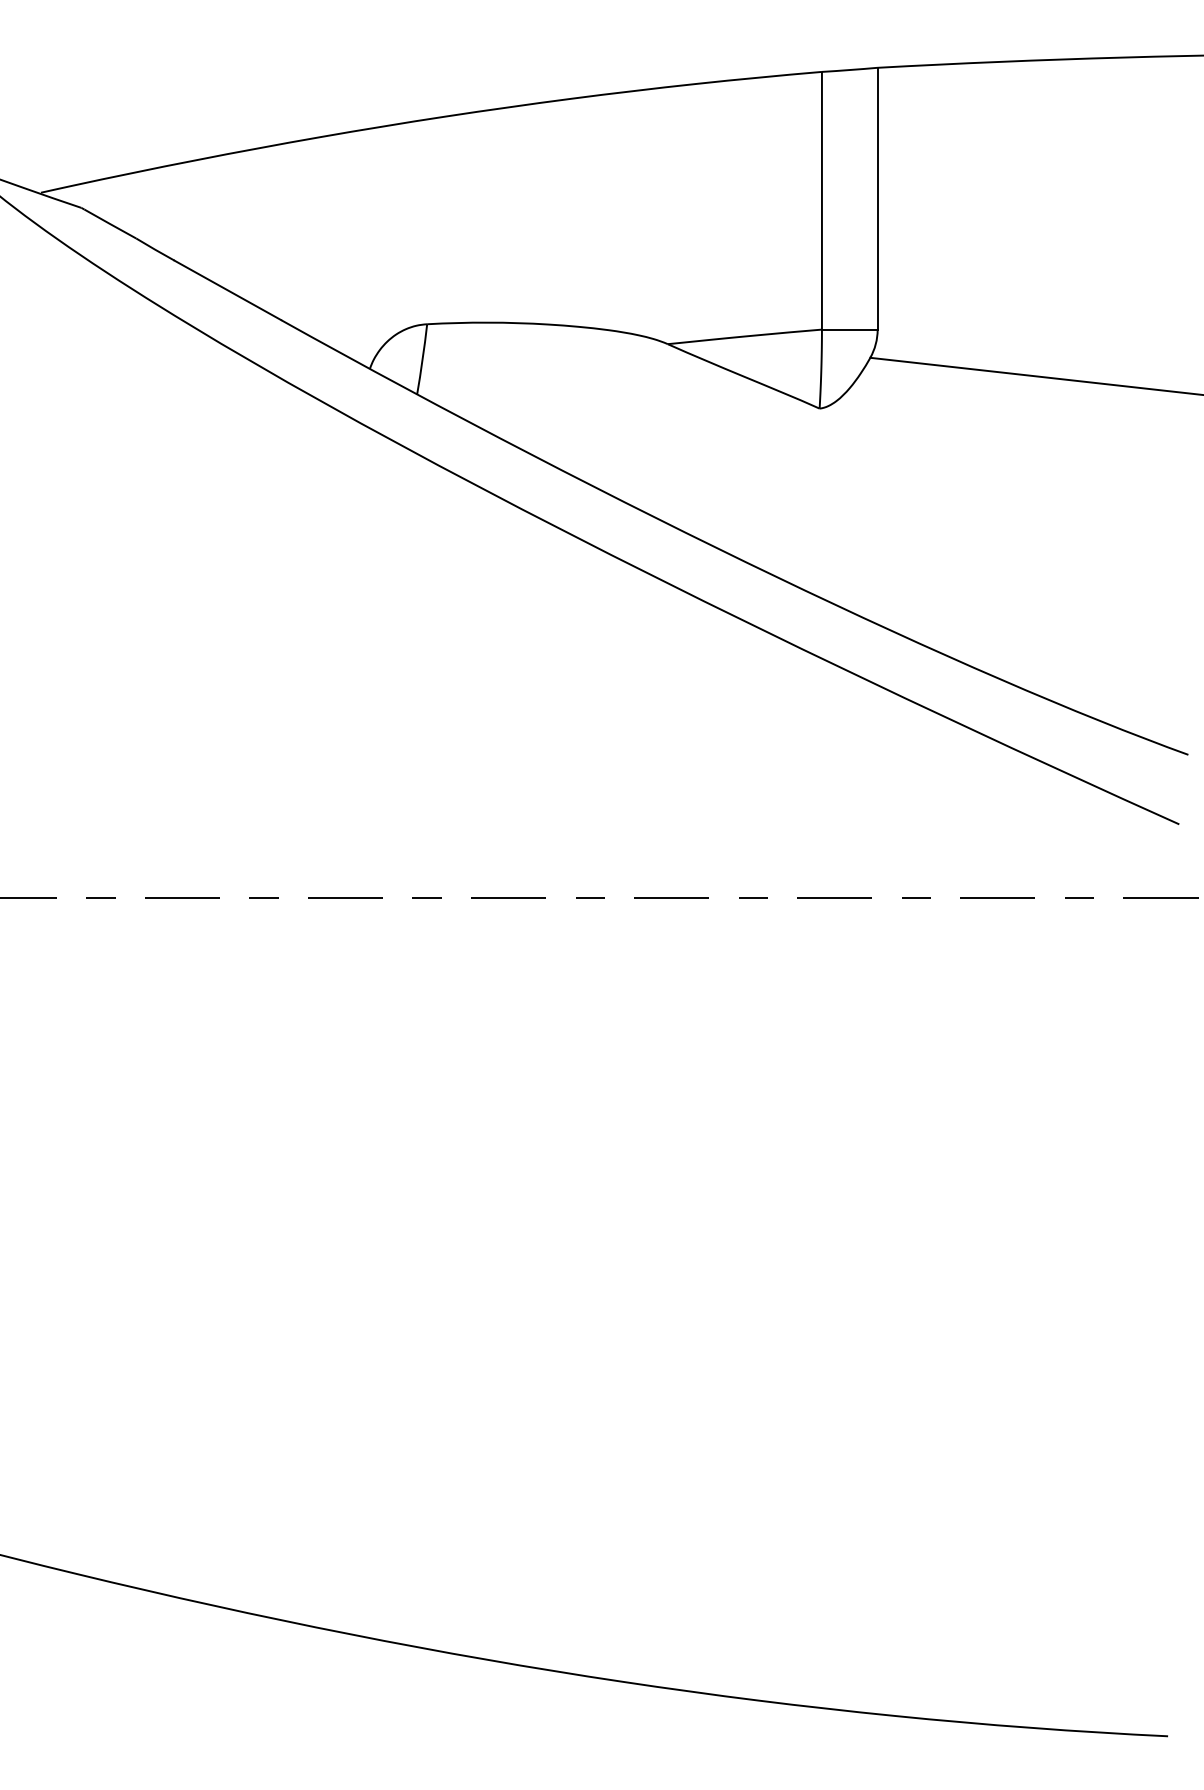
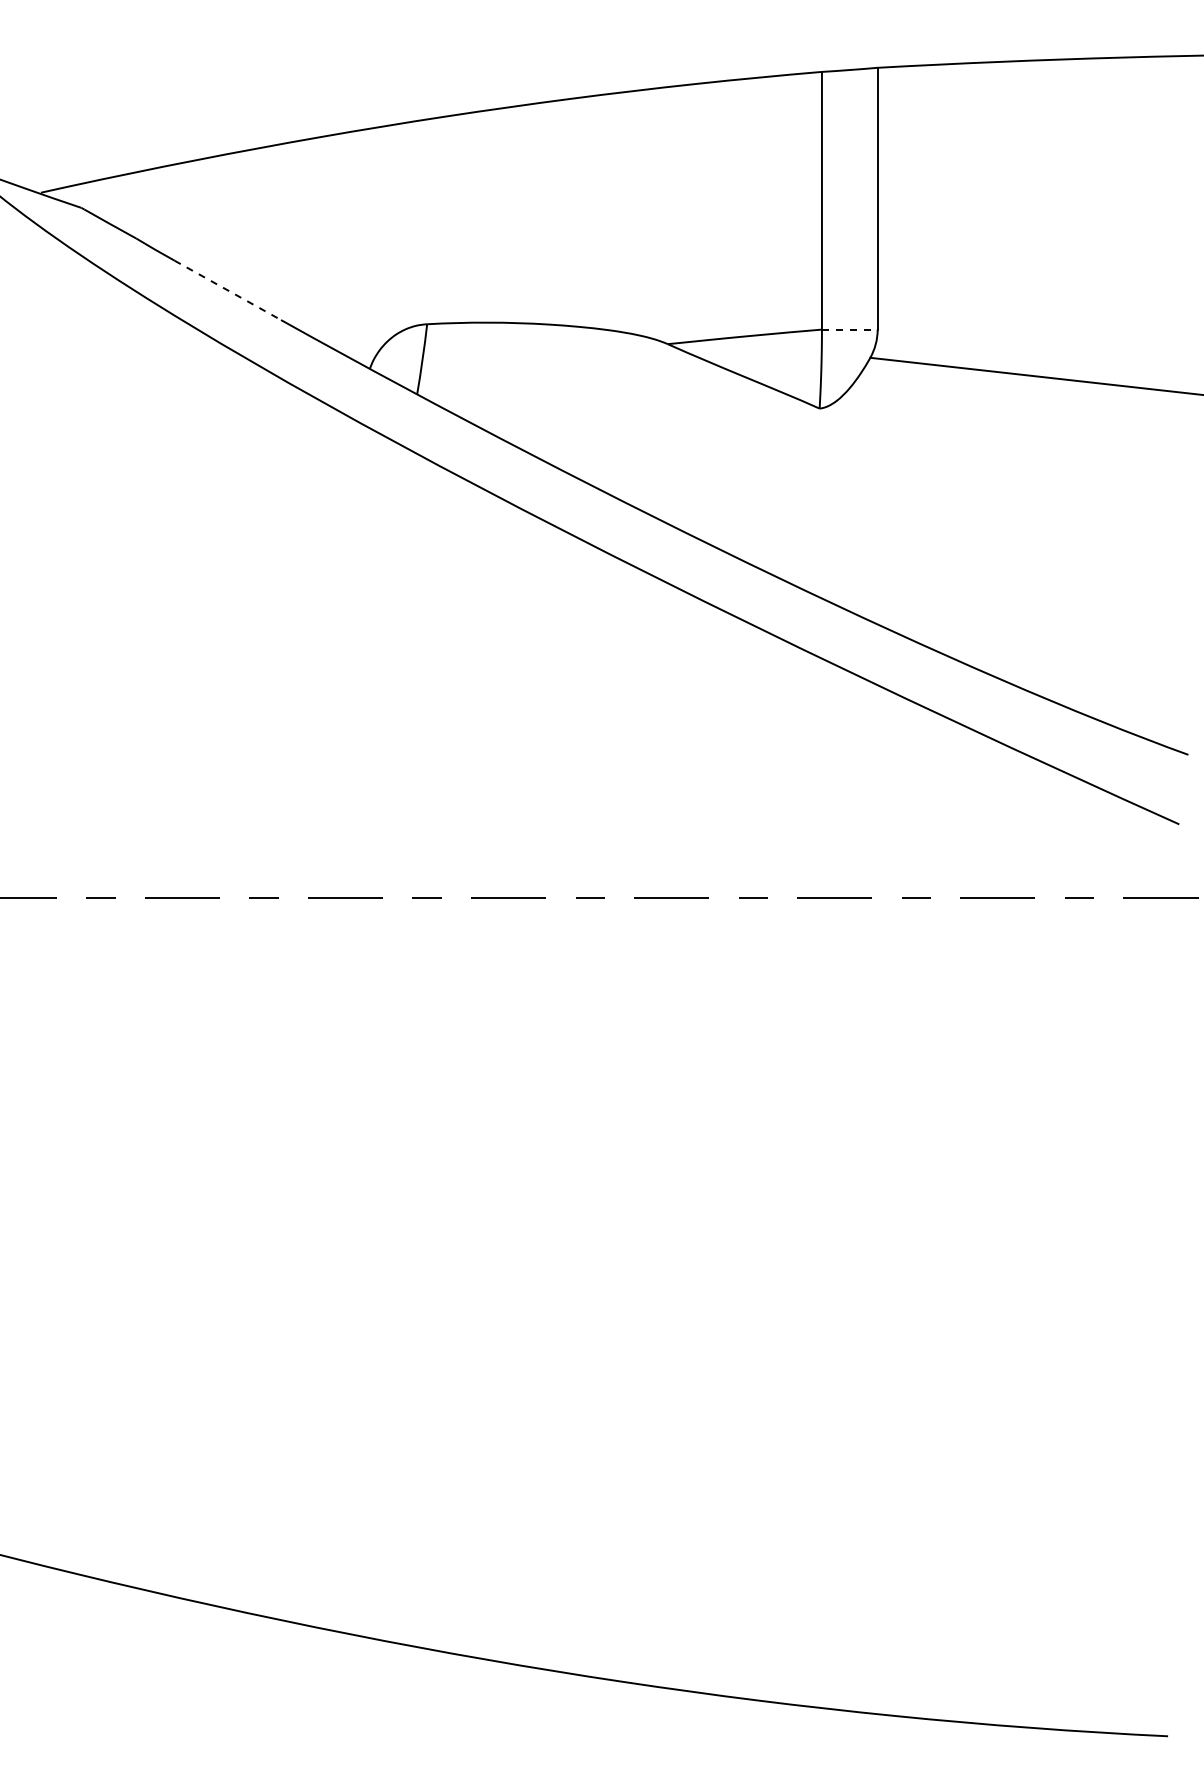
line at (227, 290): solid -> dashed
line at (849, 329): solid -> dashed
